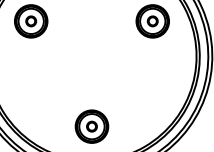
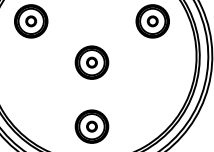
part at (91, 62): none -> present
